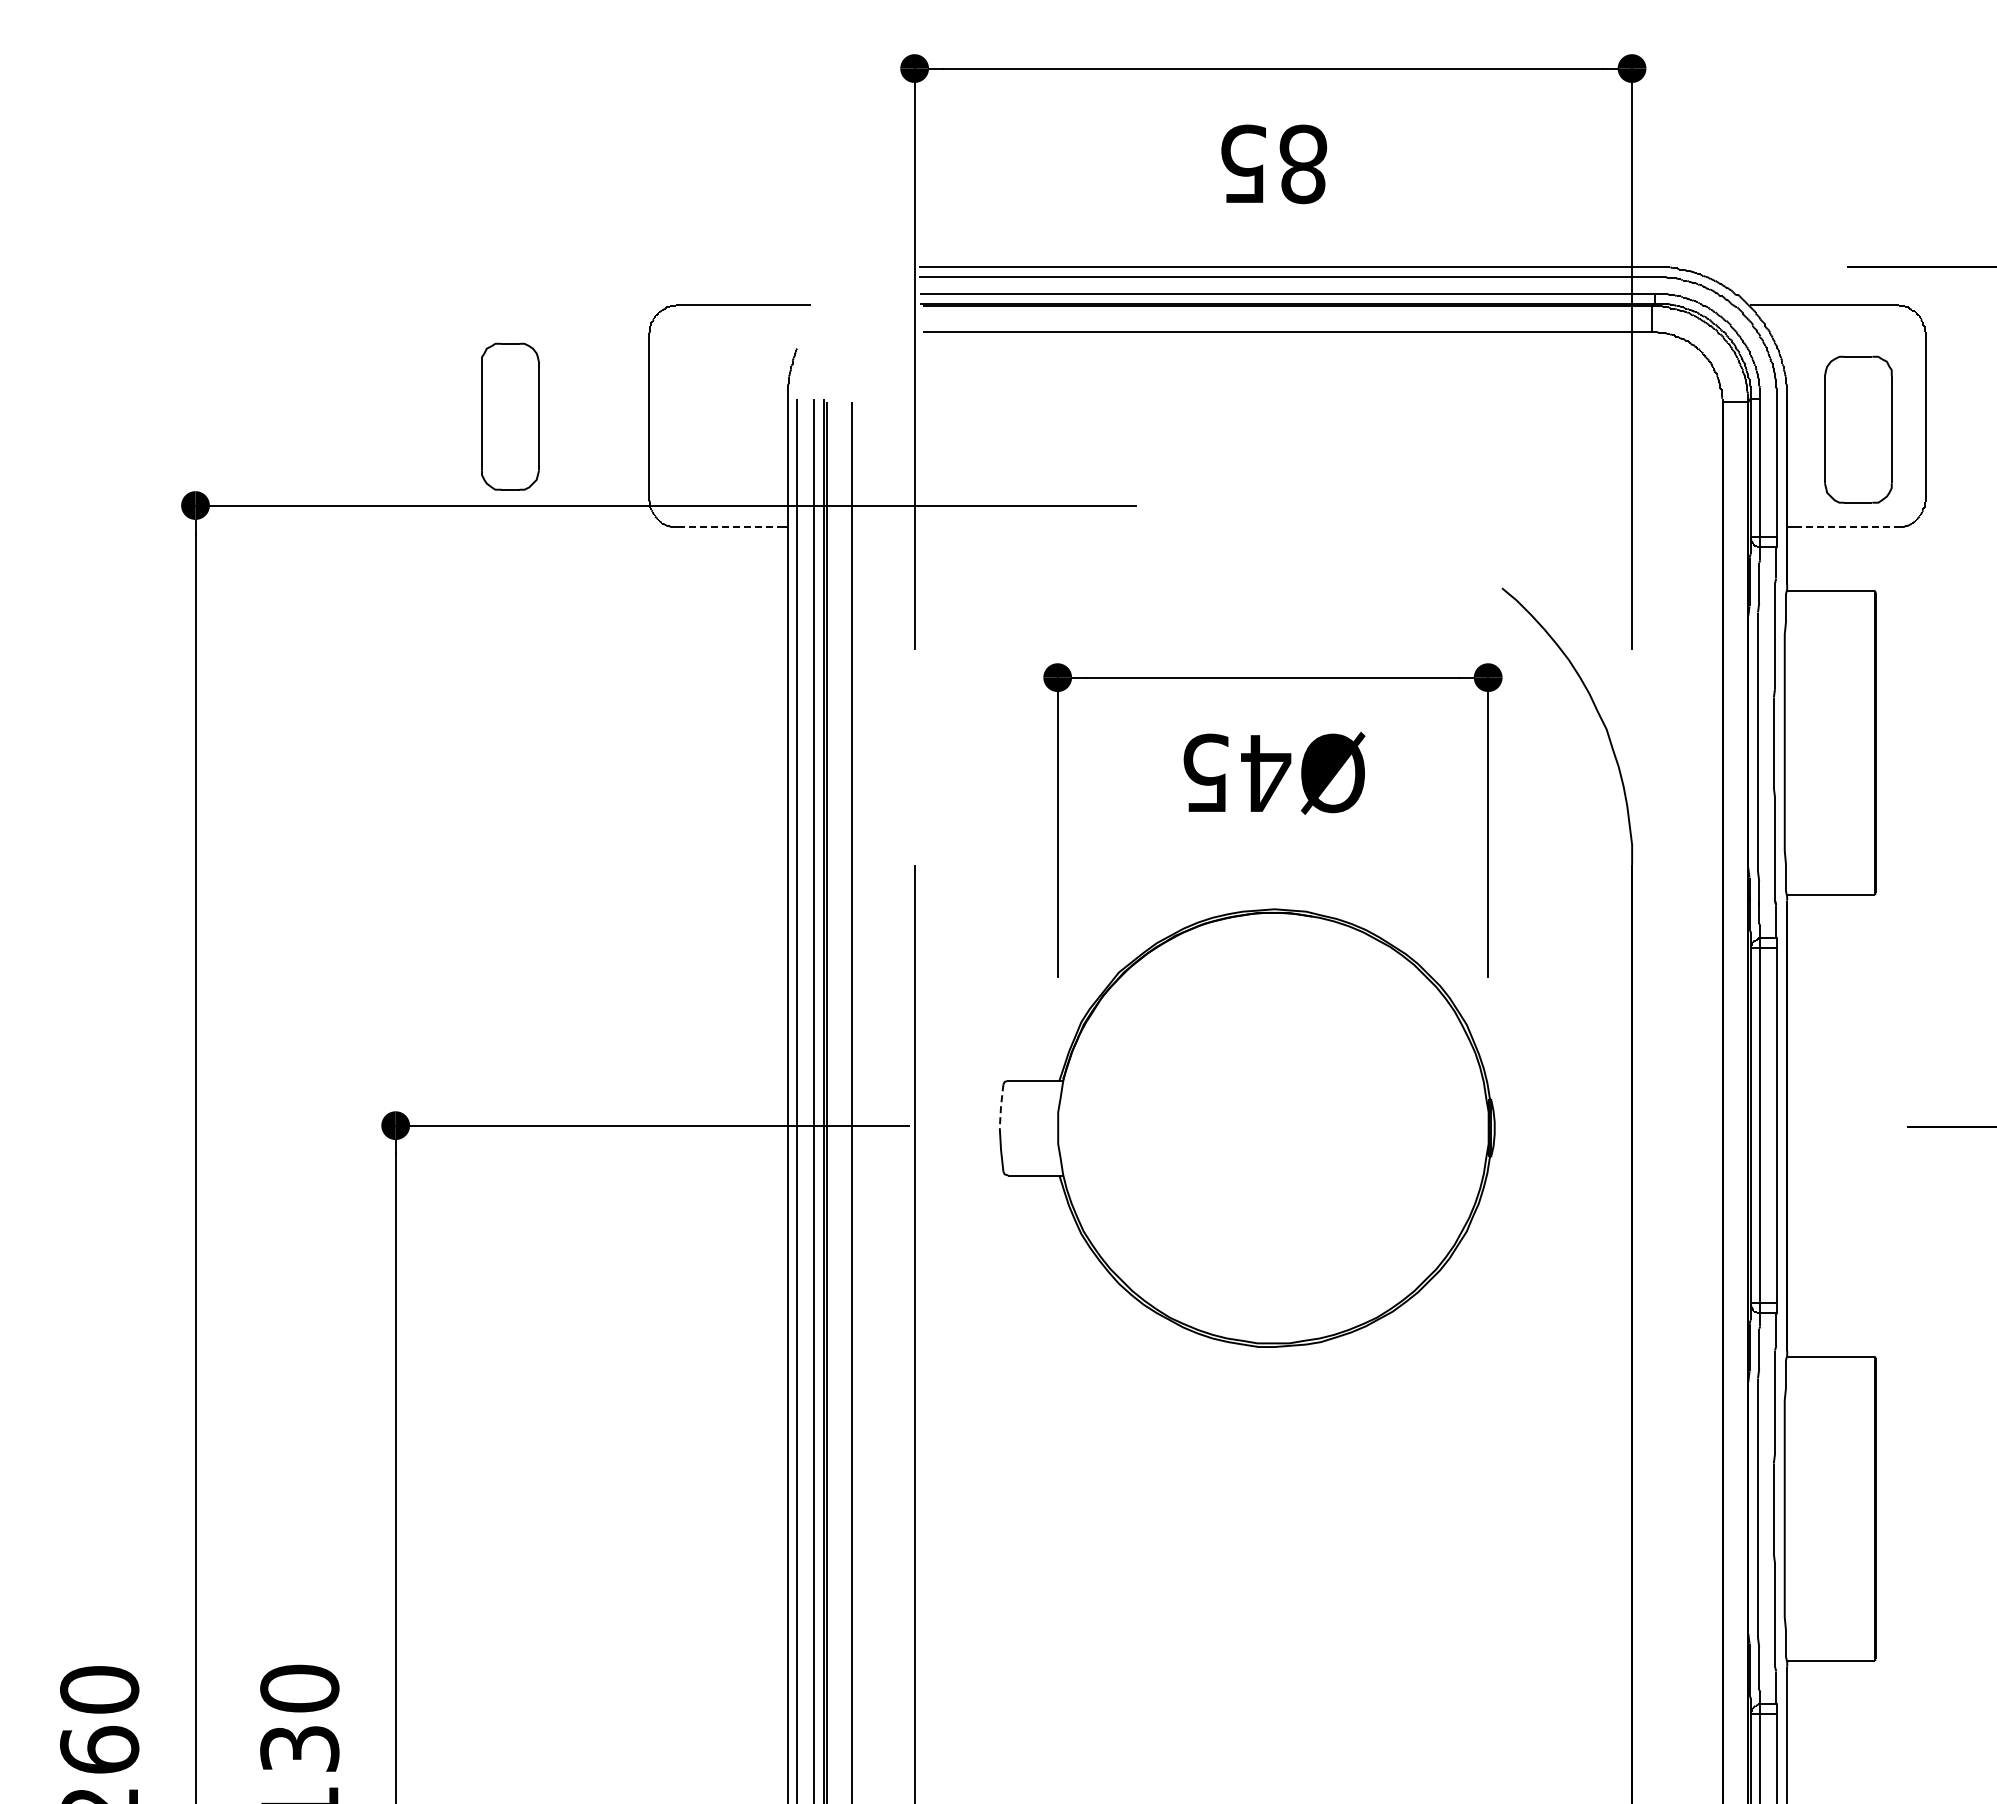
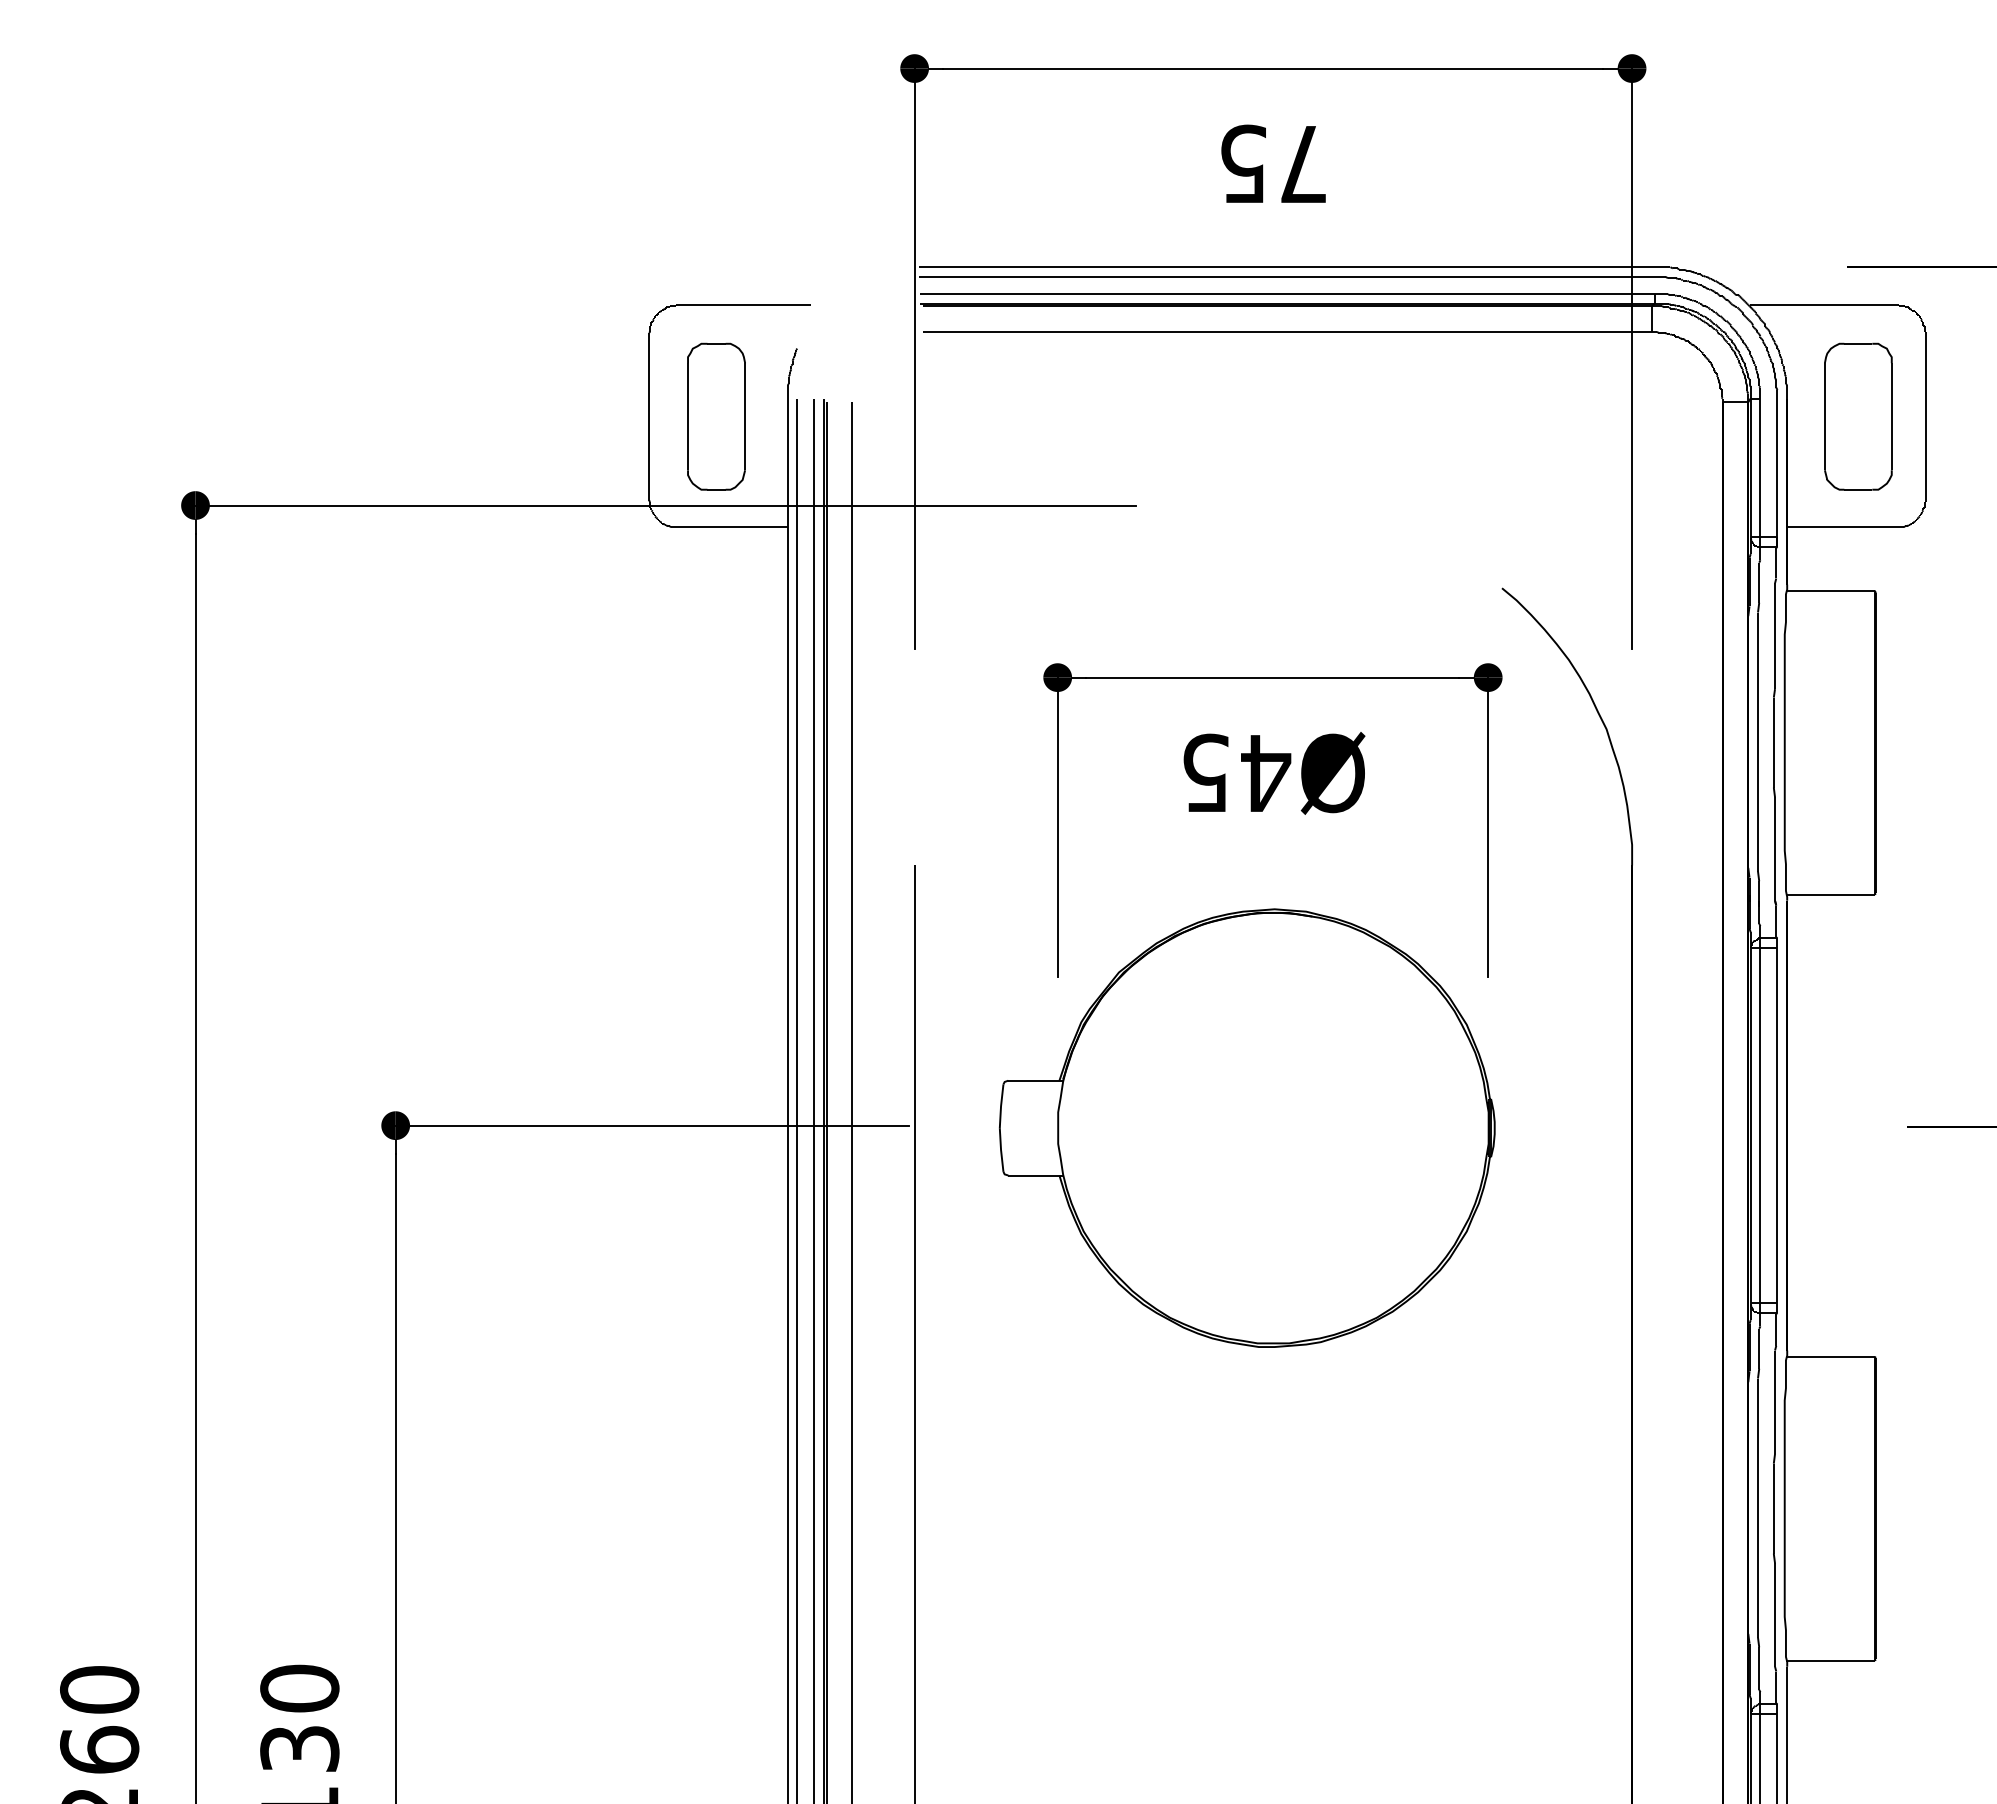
text at (1303, 164): 85 -> 75
part at (510, 416) position: (510, 416) -> (716, 416)
part at (1858, 429) position: (1858, 429) -> (1858, 416)
line at (731, 527): dashed -> solid
line at (1846, 527): dashed -> solid
line at (1001, 1106): dashed -> solid
